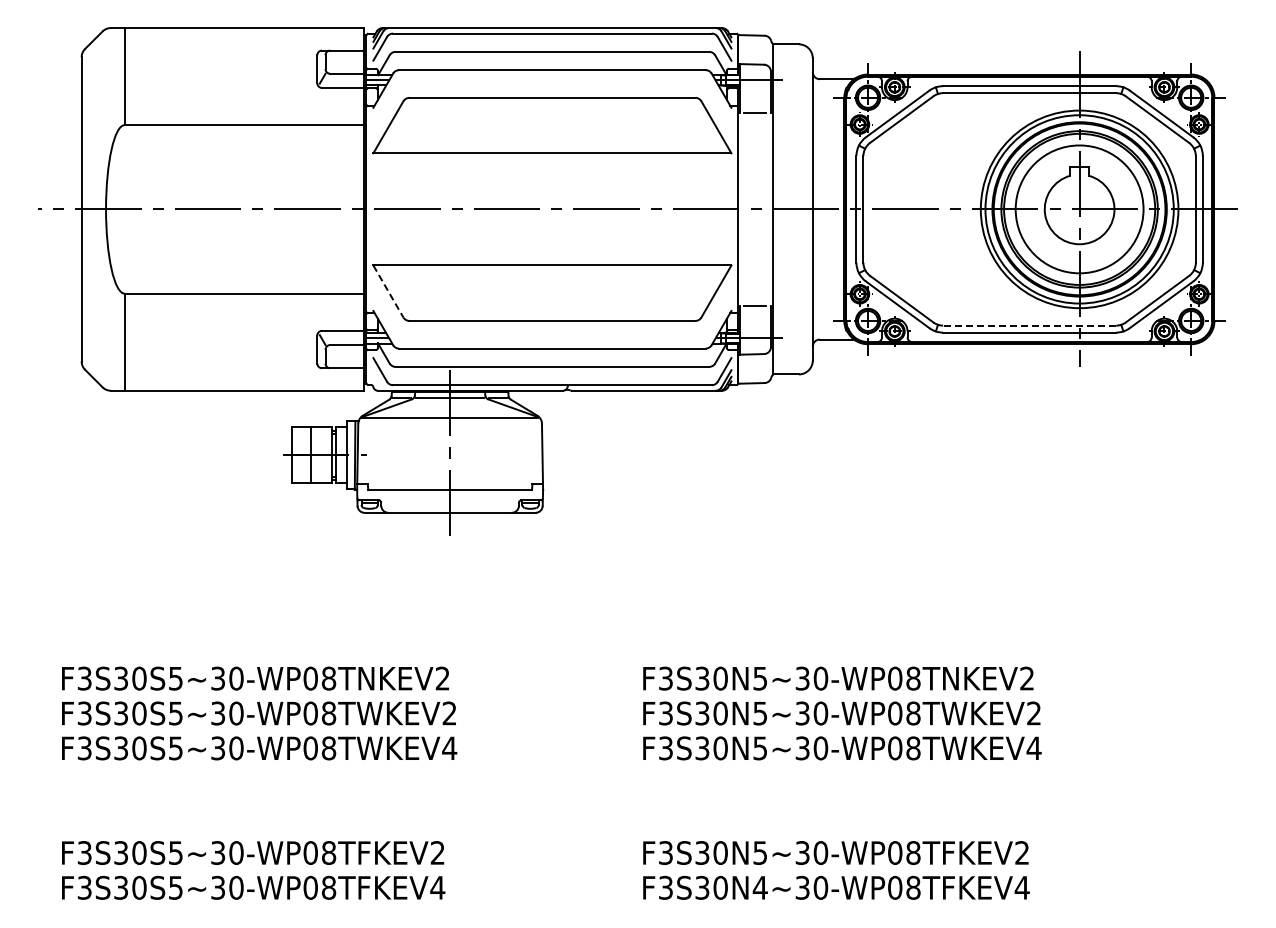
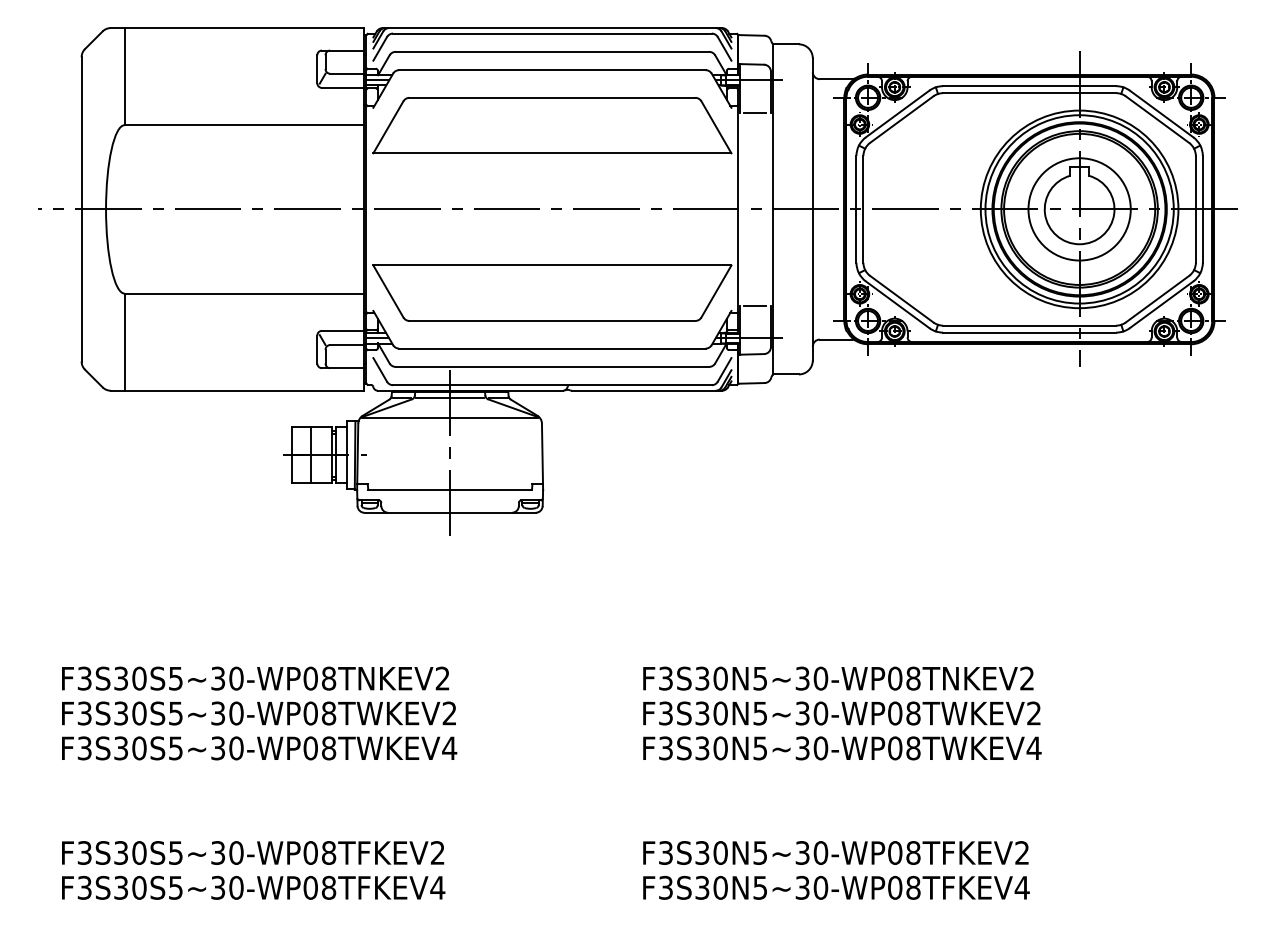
circle at (1079, 209) diameter: 128 px -> 102 px
line at (388, 291): dashed -> solid
line at (1029, 325): dashed -> solid
text at (759, 887): F3S30N4~30-WP08TFKEV4 -> F3S30N5~30-WP08TFKEV4
